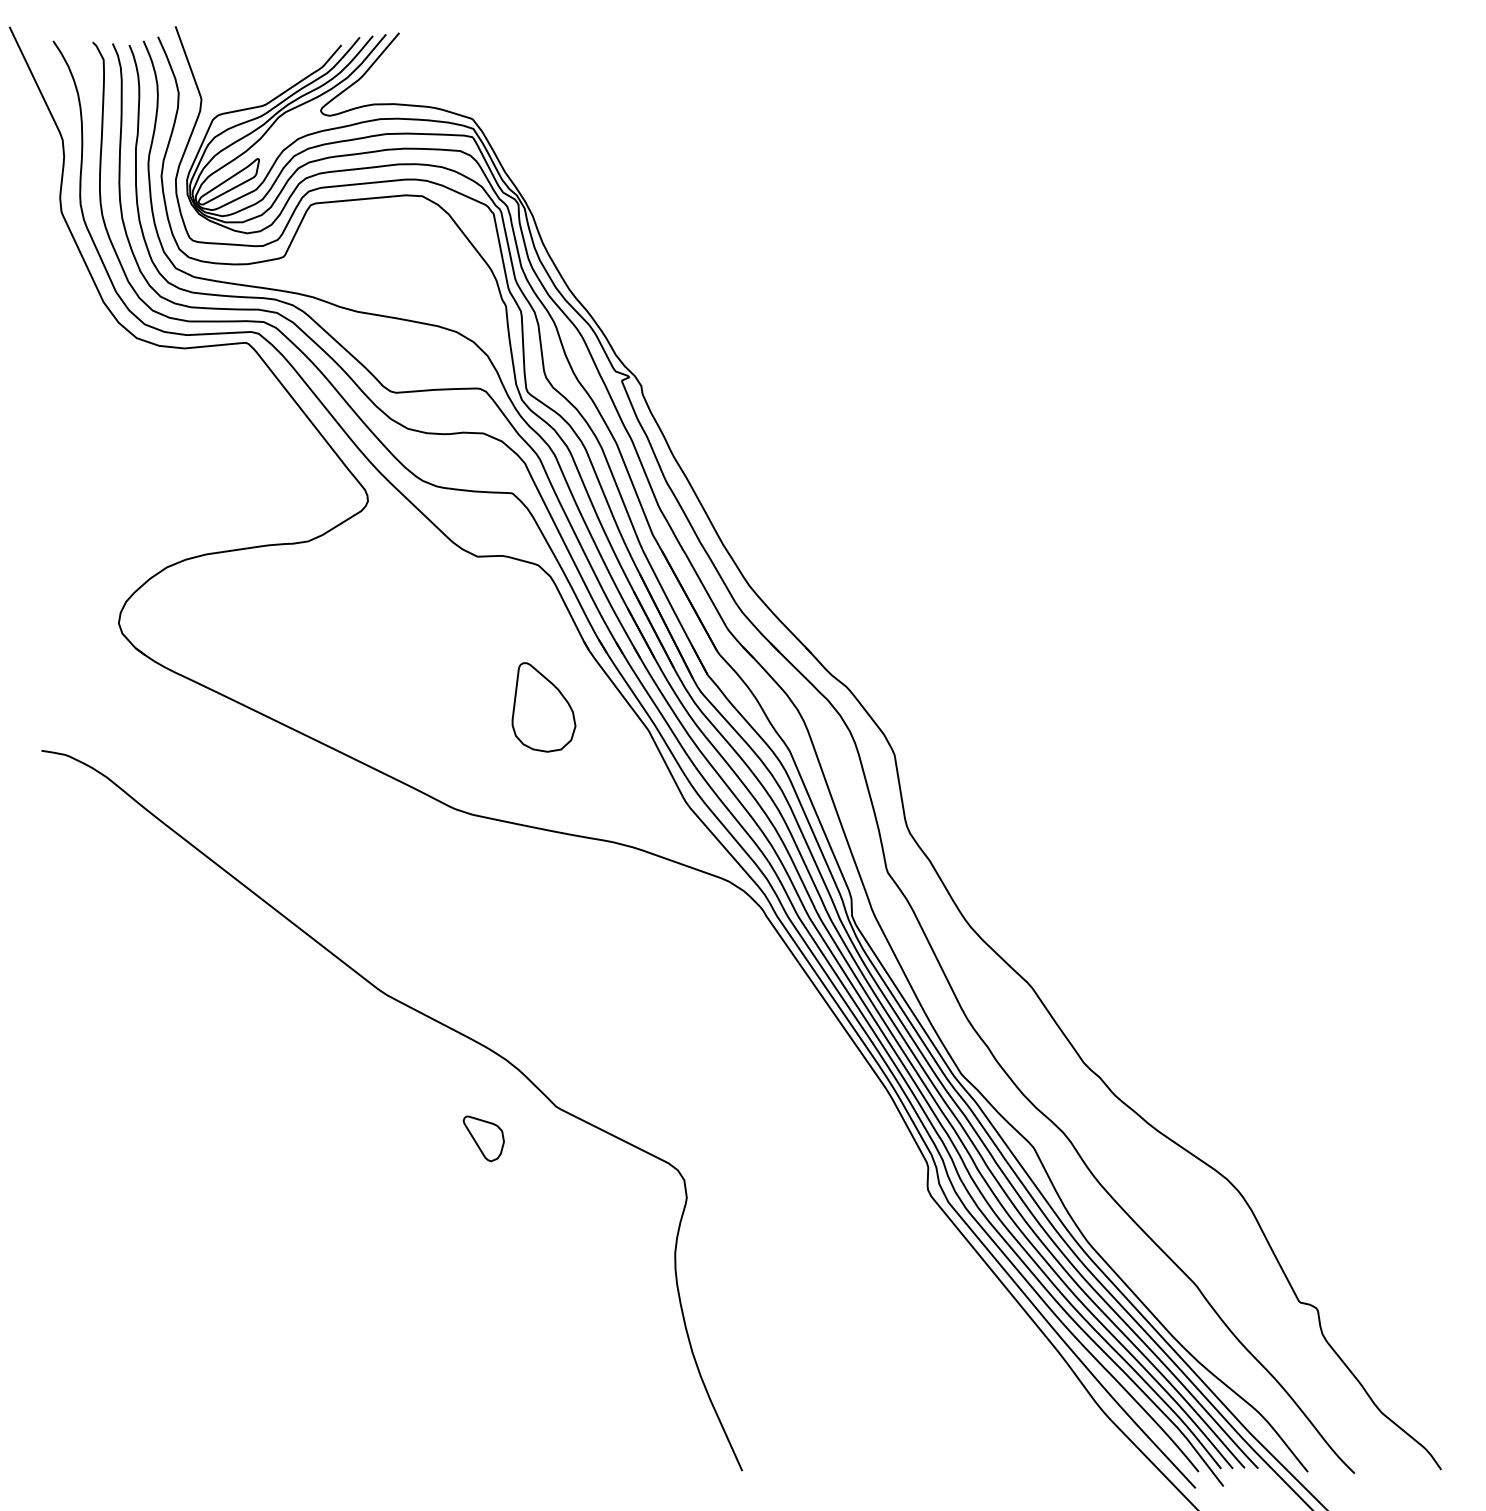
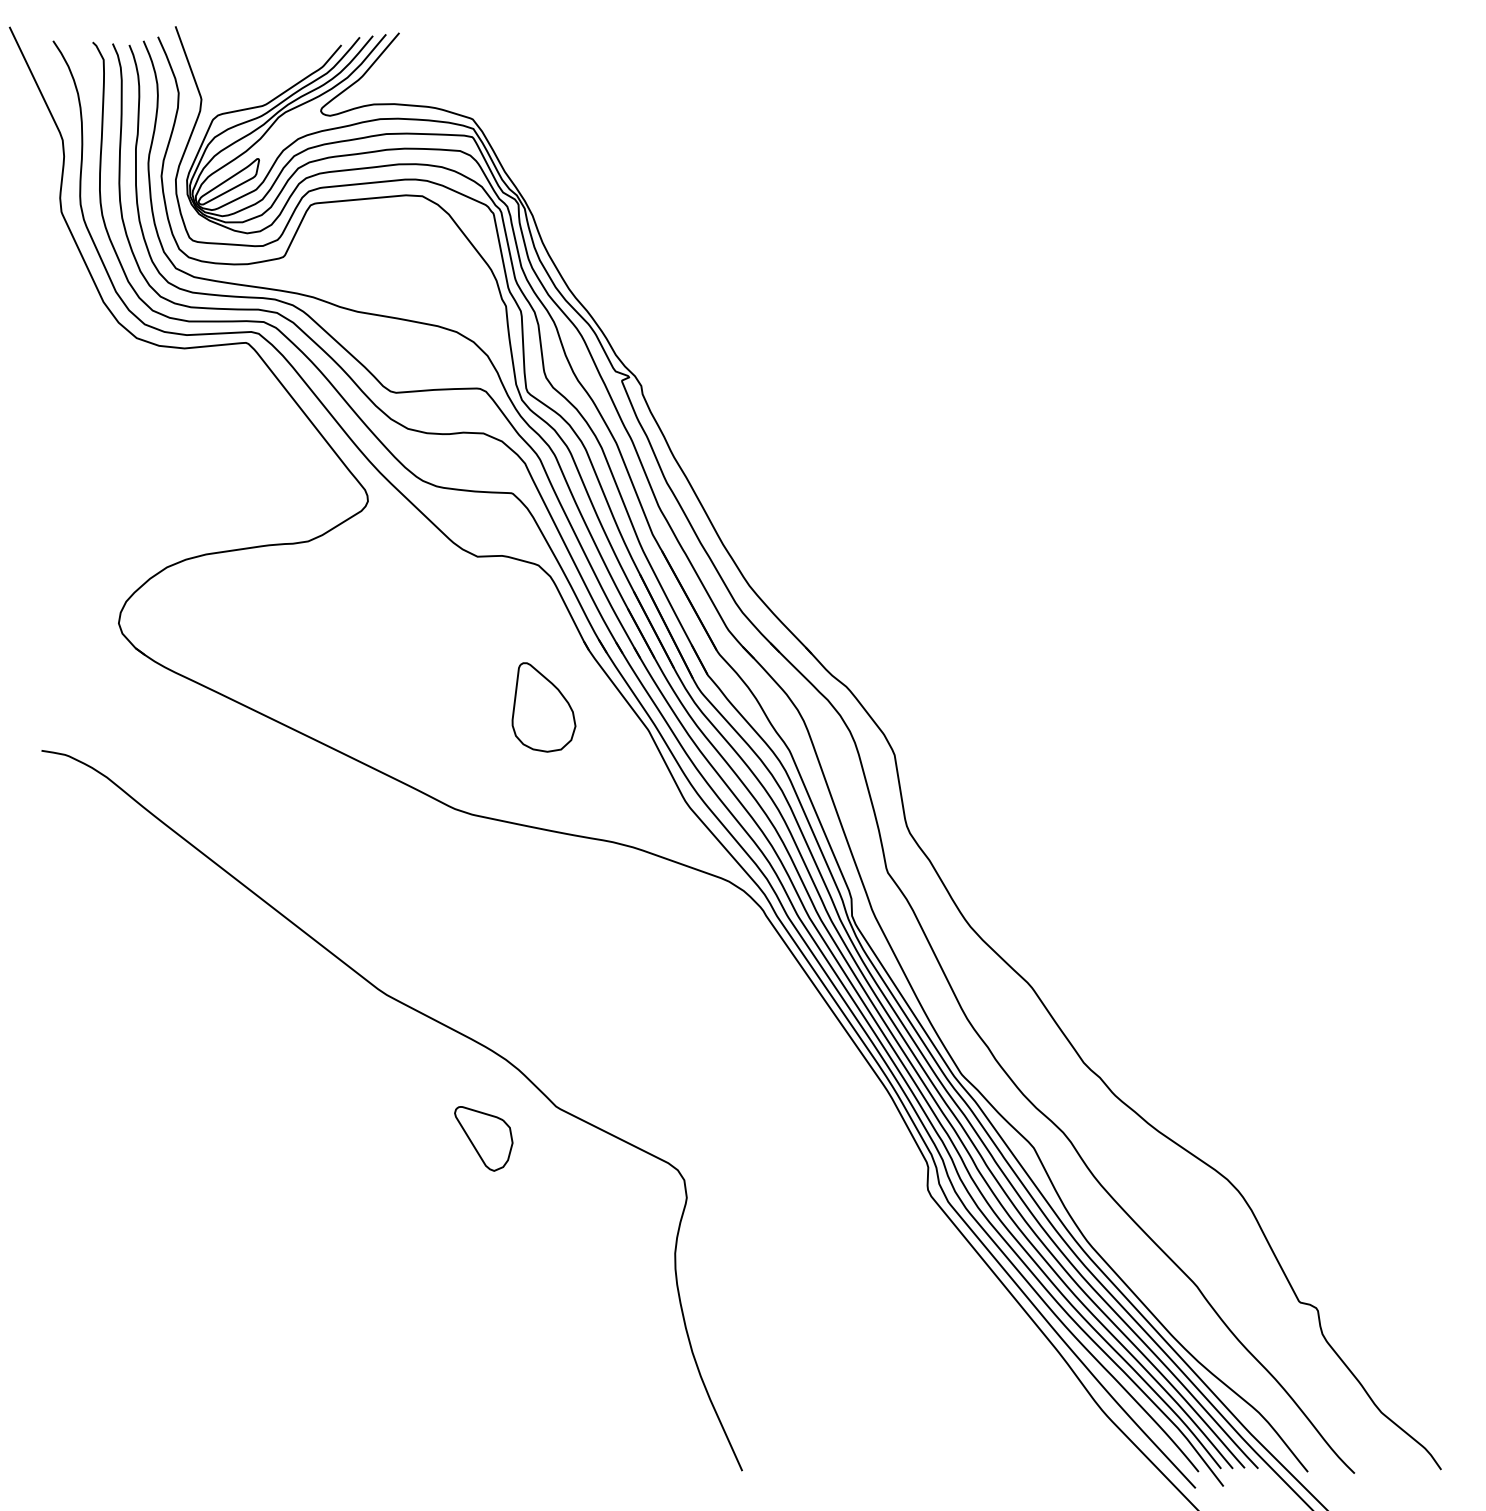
part at (483, 1138) size: 43x48 px -> 60x66 px
